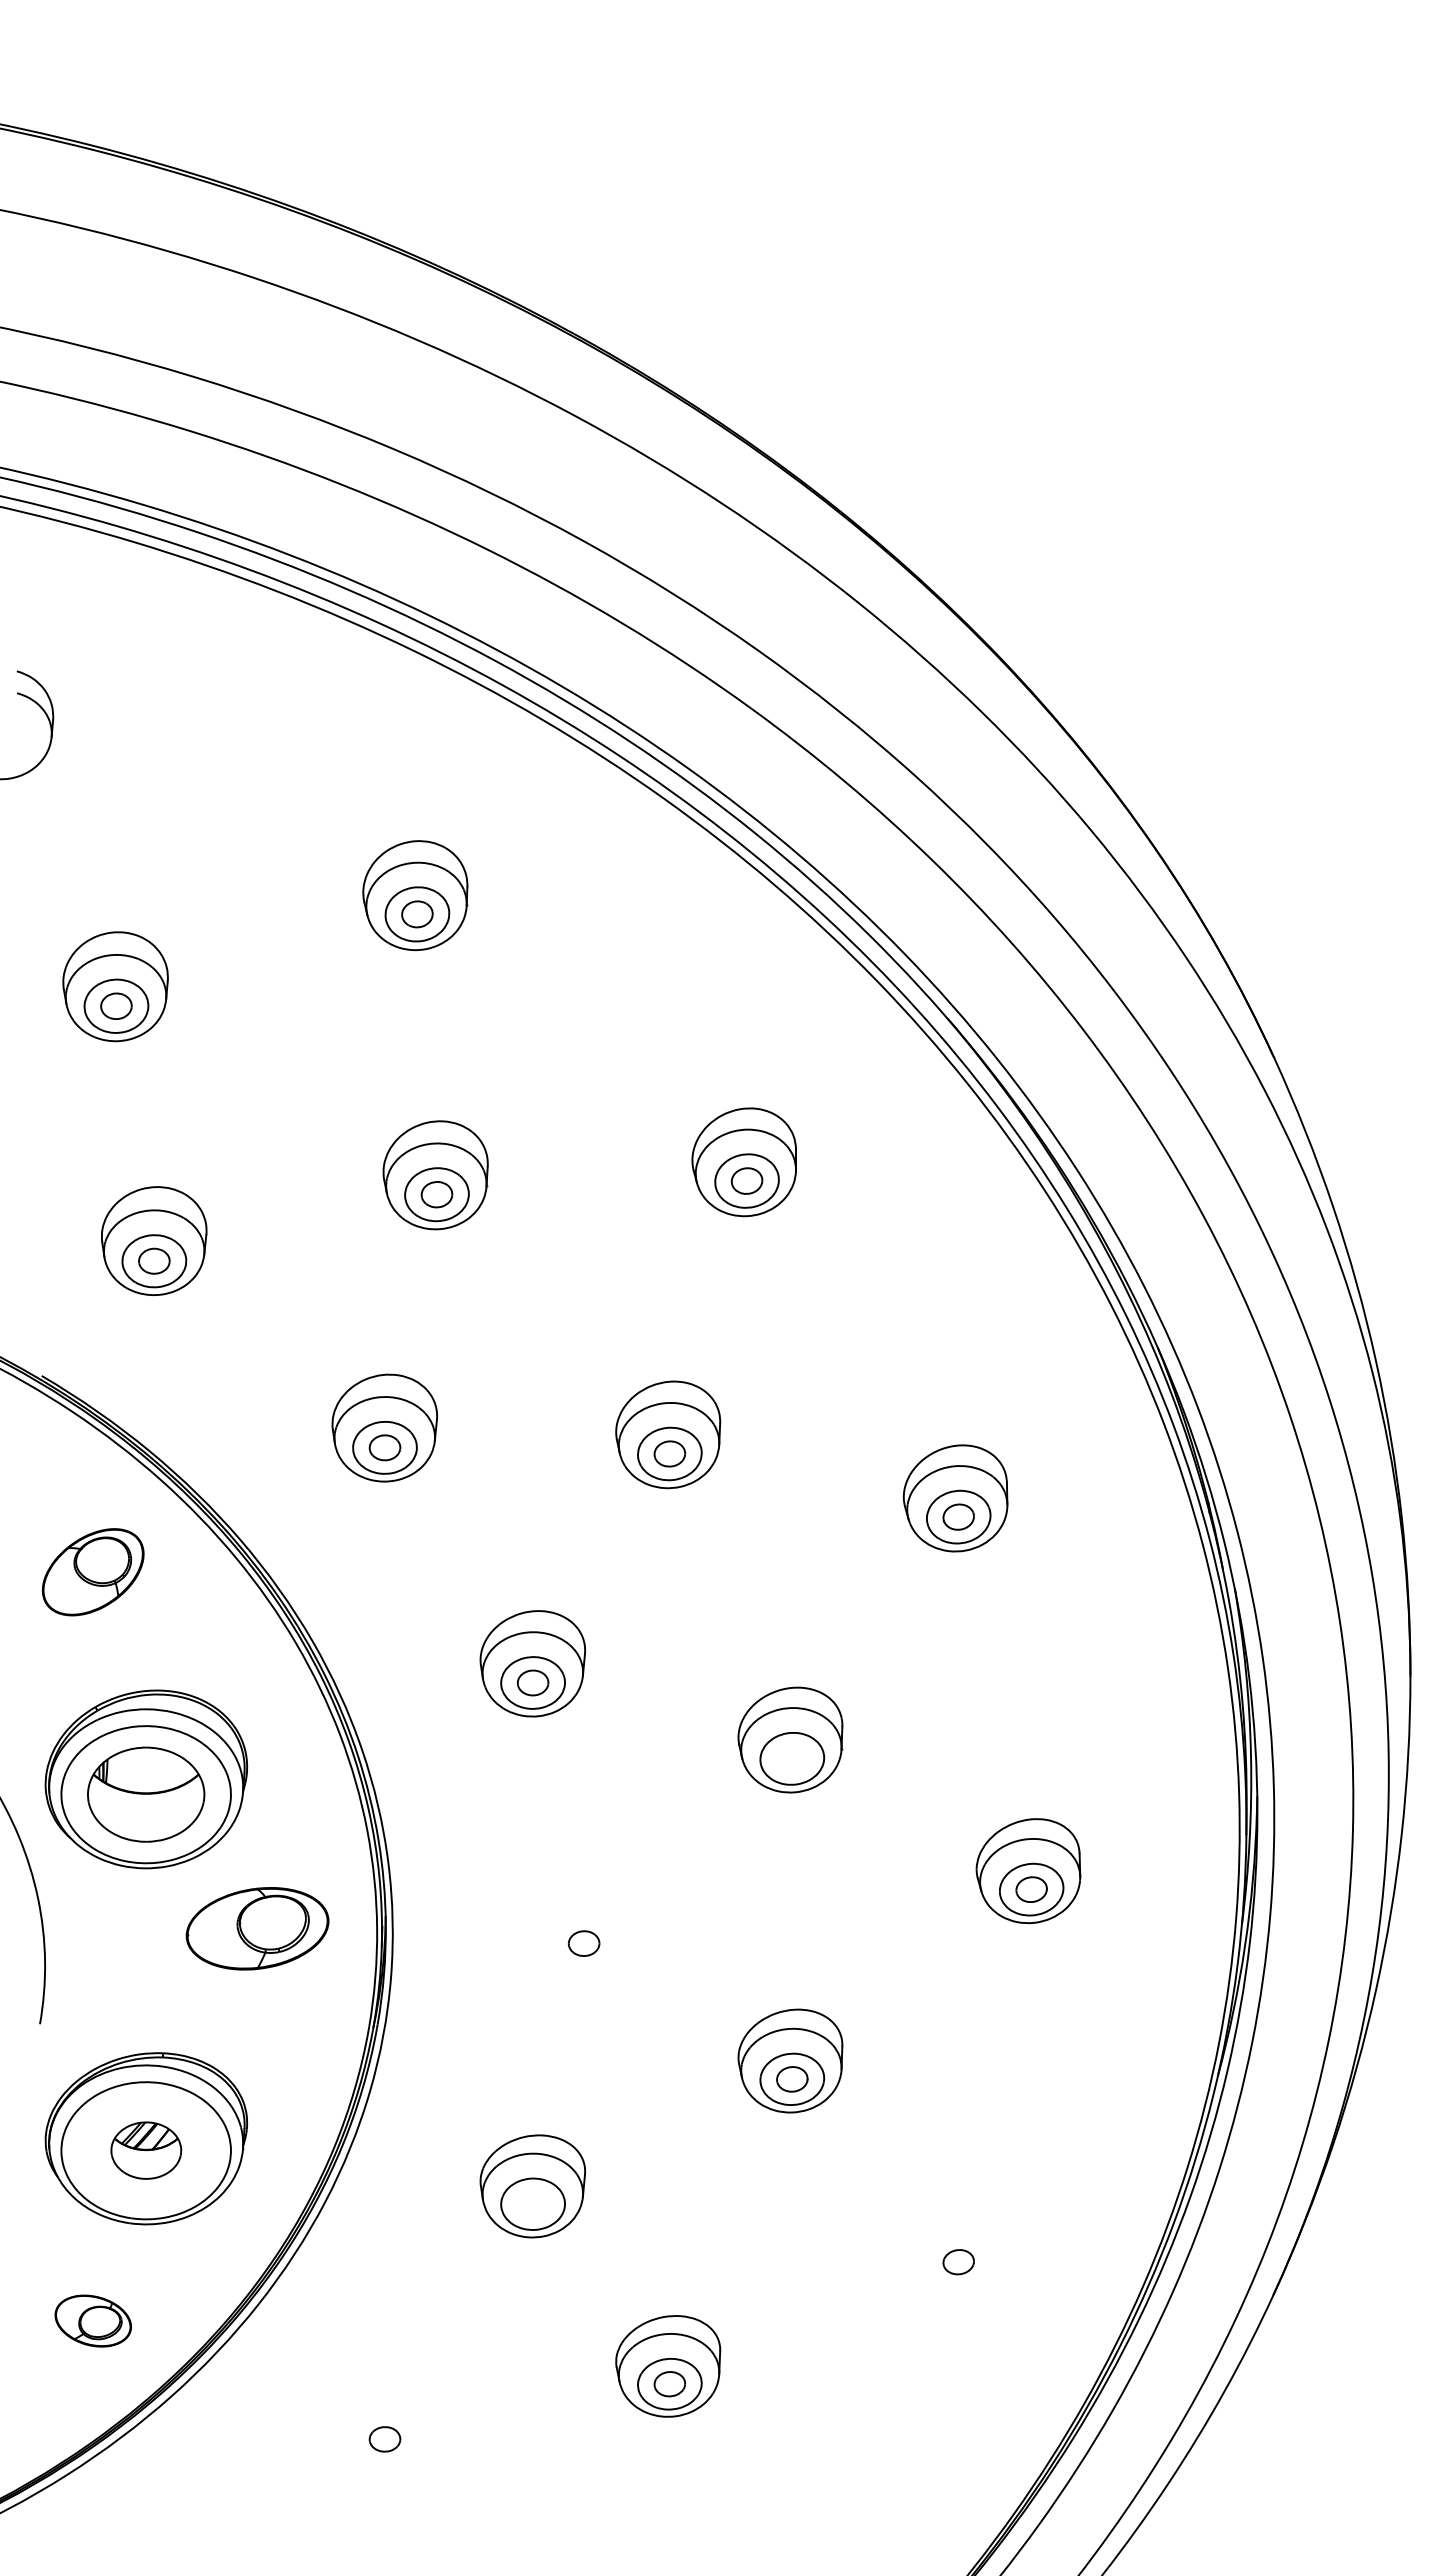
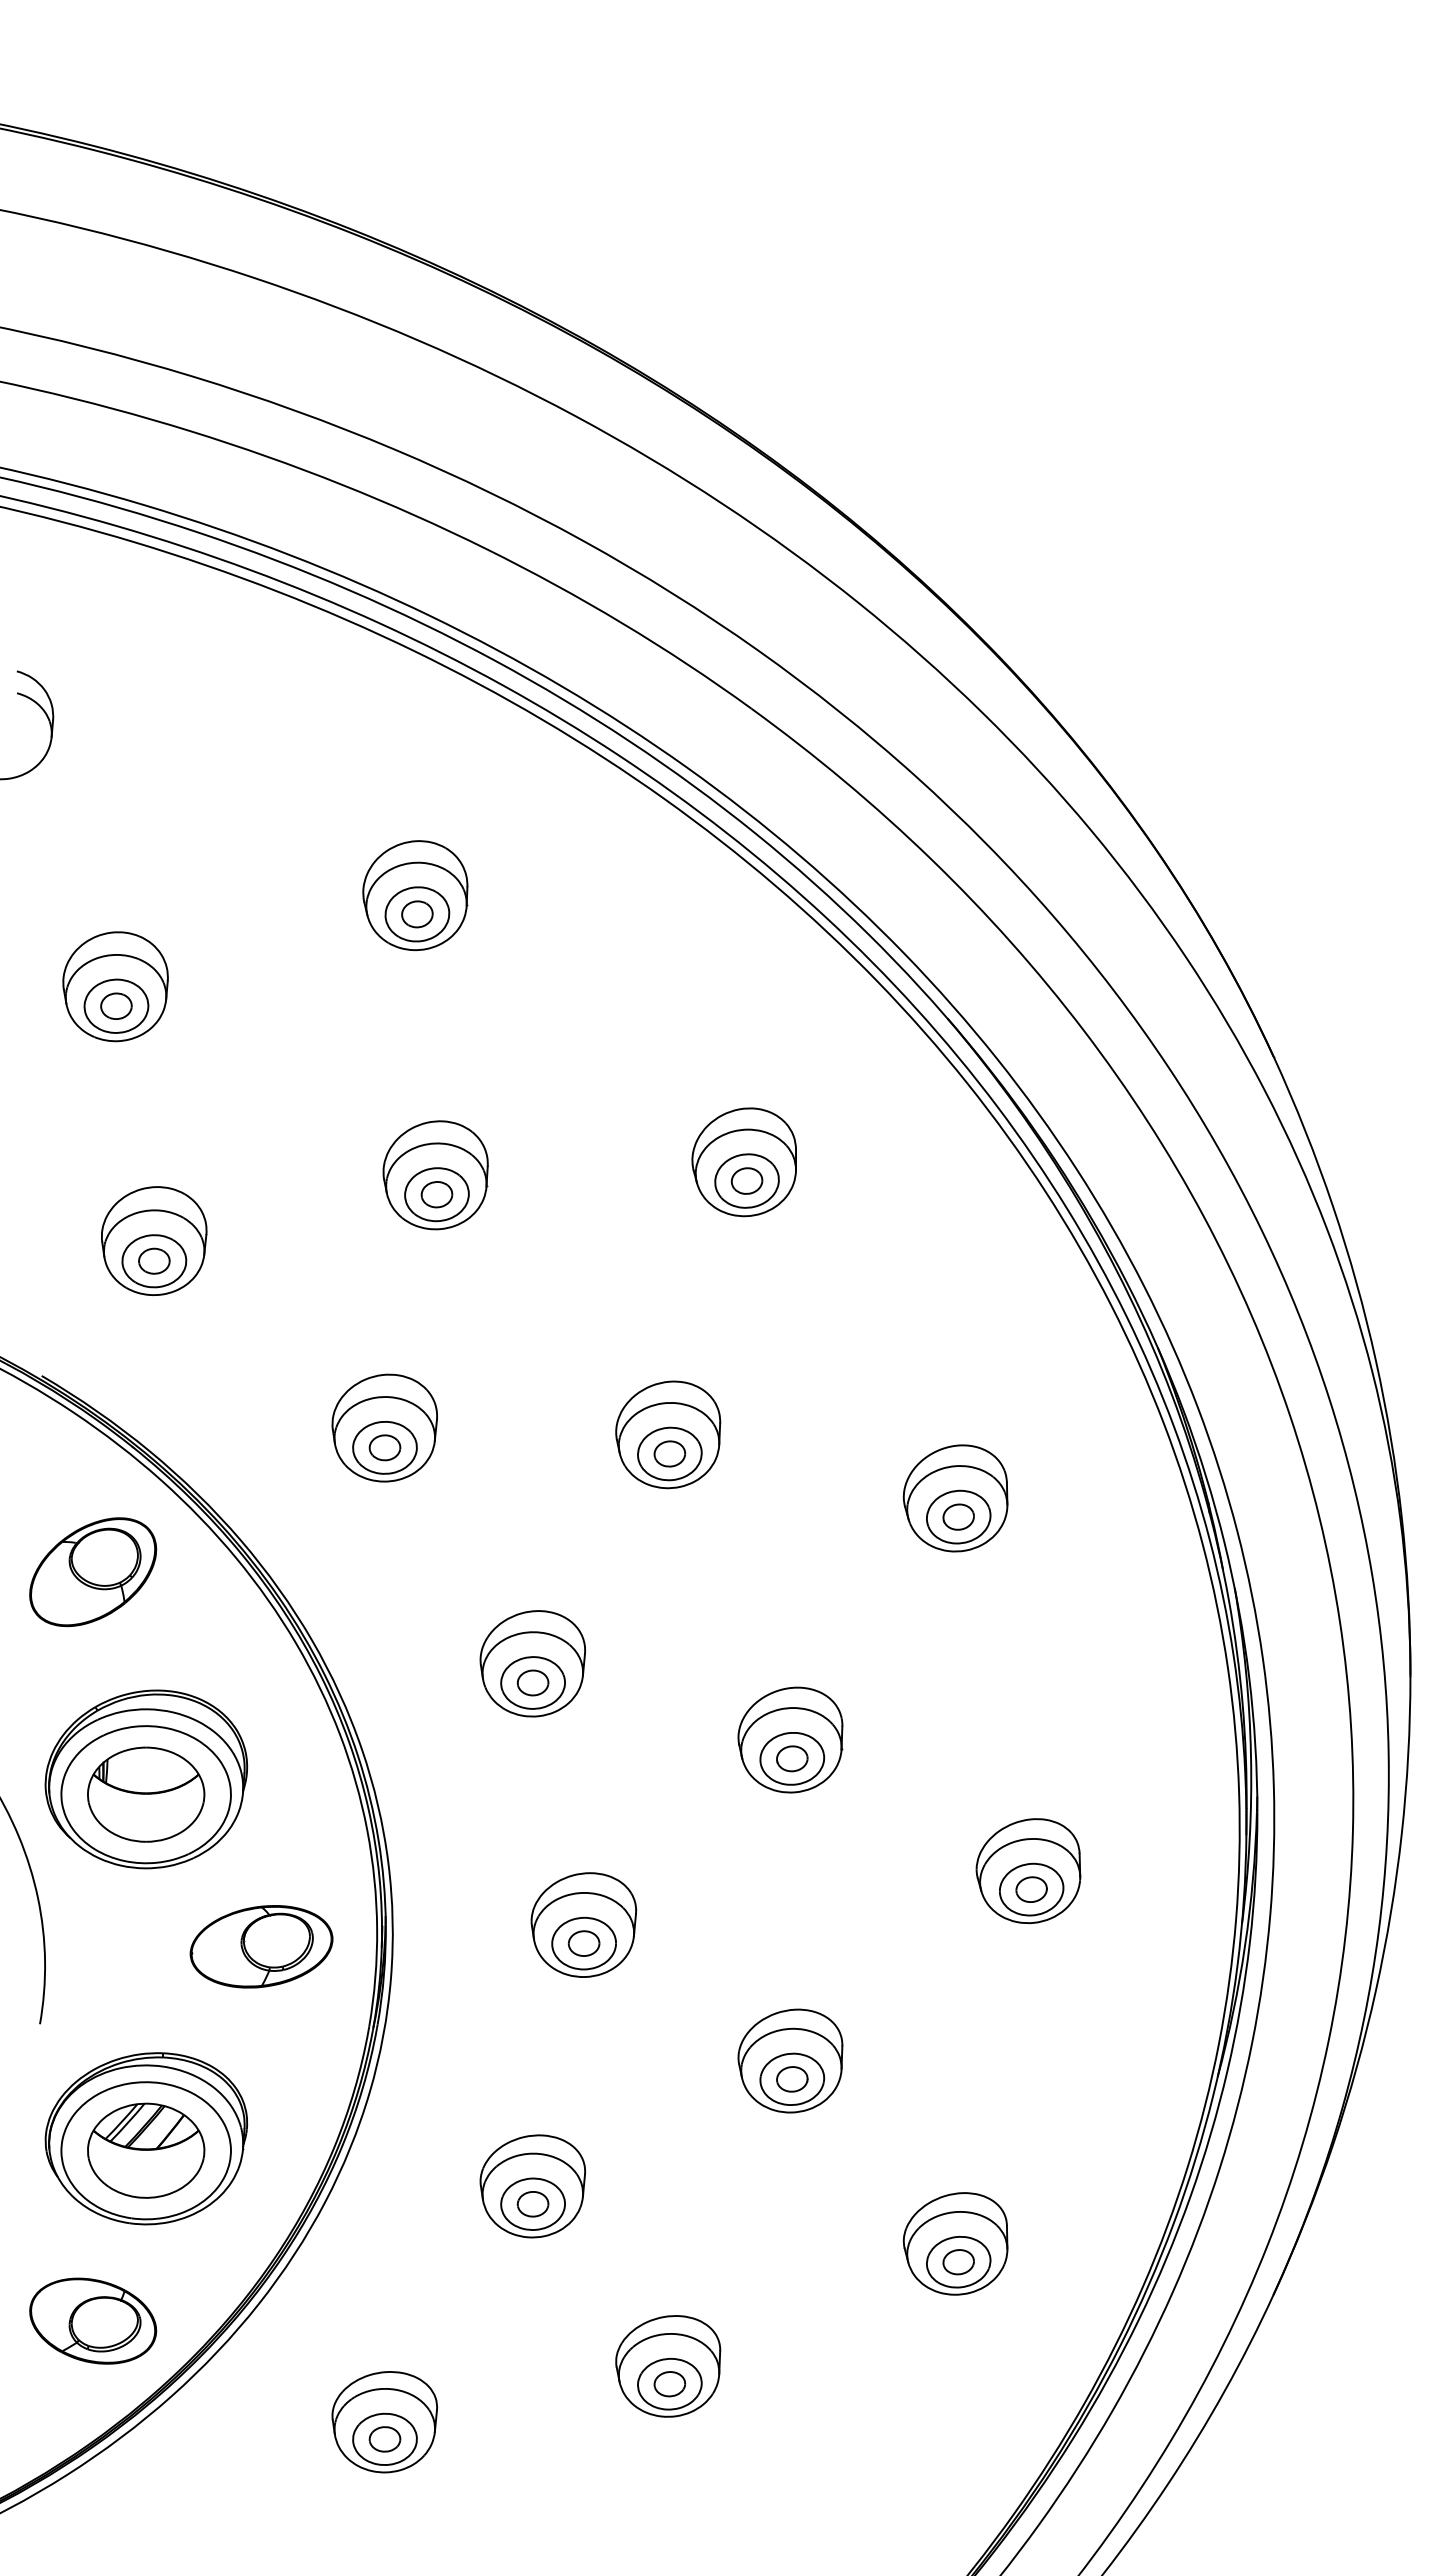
part at (92, 1572) size: 104x89 px -> 129x111 px
part at (792, 1758): none -> present
part at (583, 1924): none -> present
part at (257, 1928) position: (257, 1928) -> (261, 1946)
part at (146, 2150) size: 73x59 px -> 119x97 px
part at (532, 2204): none -> present
part at (955, 2243): none -> present
part at (92, 2320) size: 78x54 px -> 129x88 px
part at (384, 2422): none -> present
